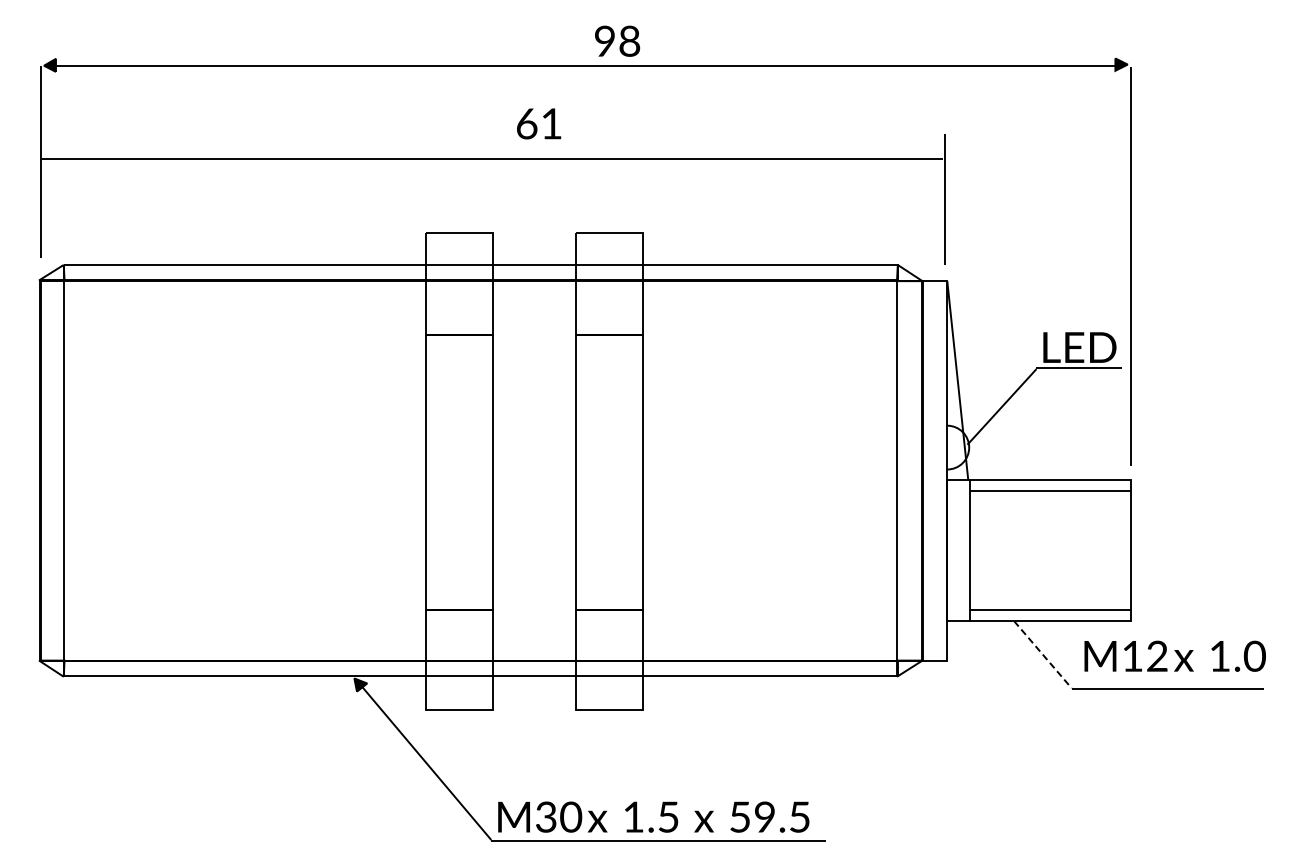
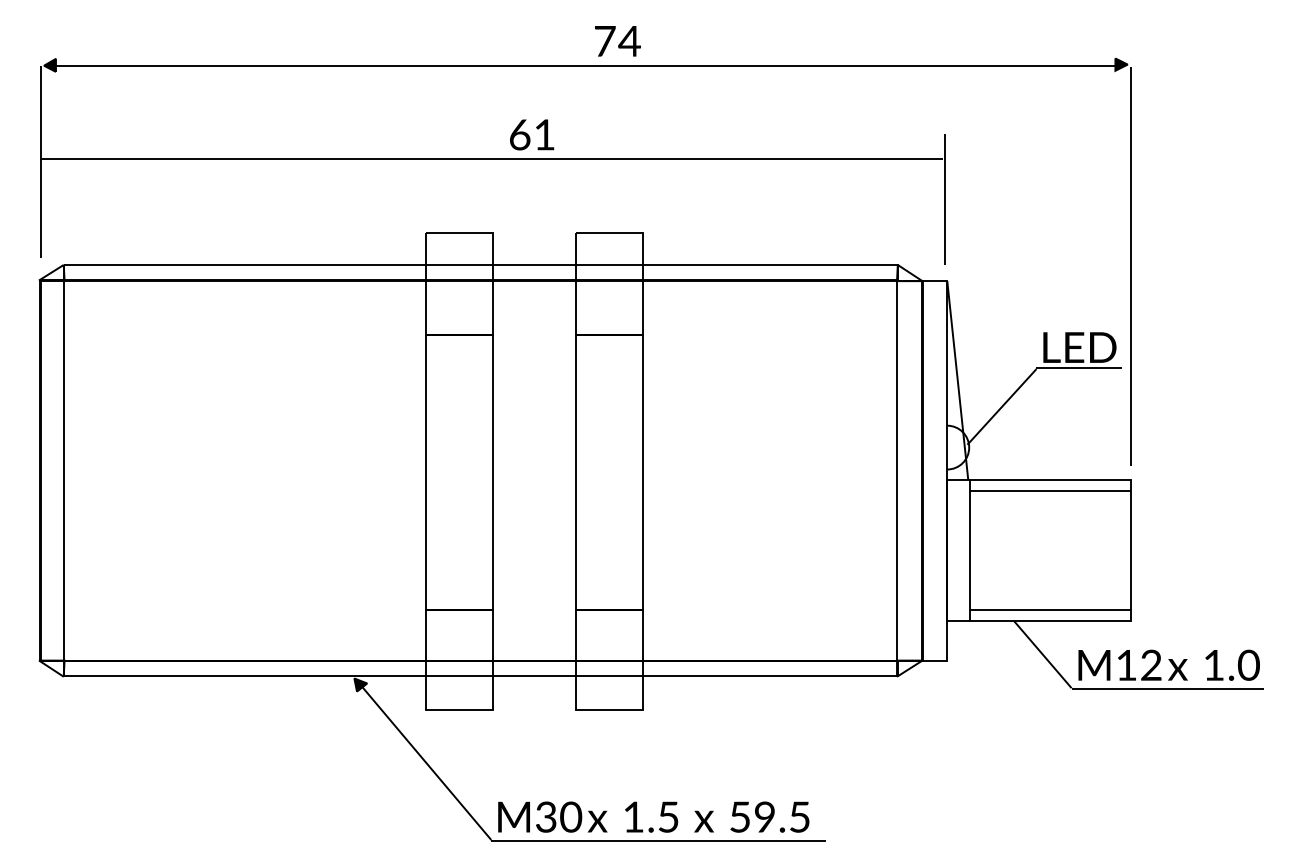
text at (617, 40): 98 -> 74
text at (539, 123) position: (539, 123) -> (532, 134)
line at (1043, 655): dashed -> solid
text at (1174, 655) position: (1174, 655) -> (1168, 664)
